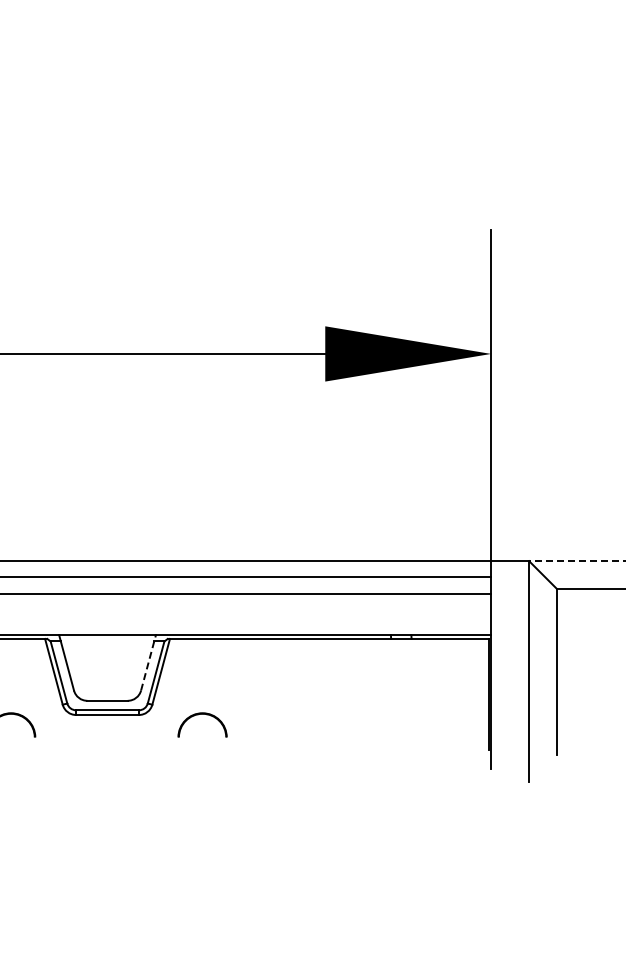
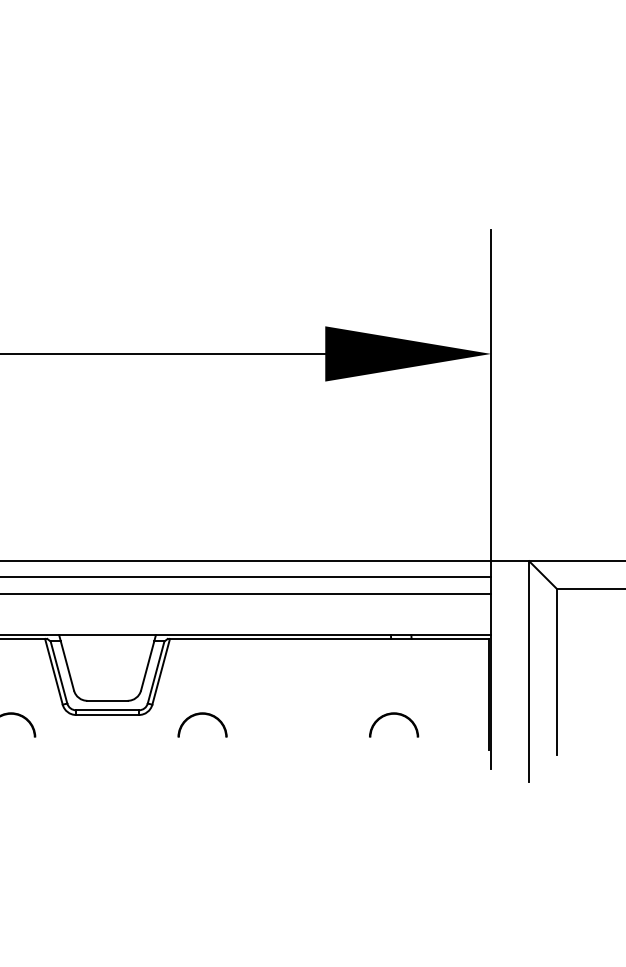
line at (577, 561): dashed -> solid
line at (148, 662): dashed -> solid
part at (398, 715): none -> present
